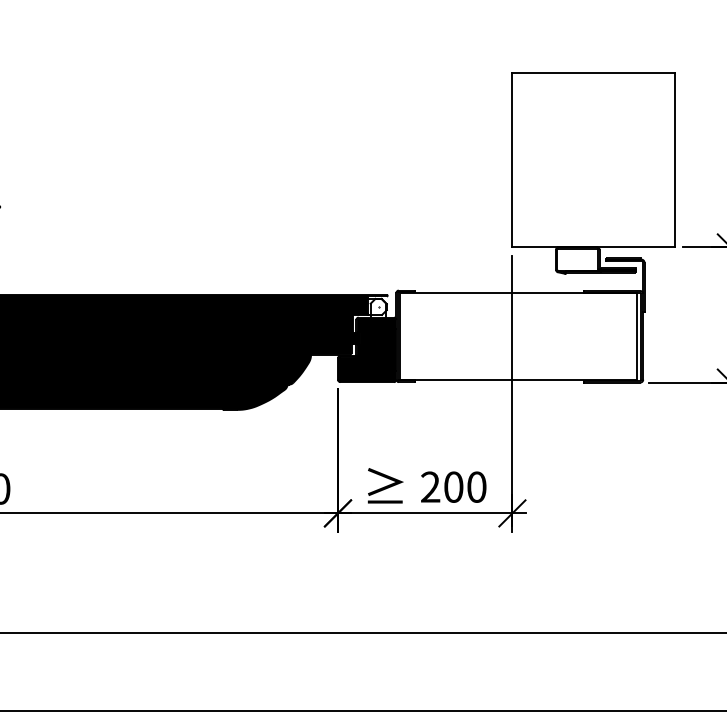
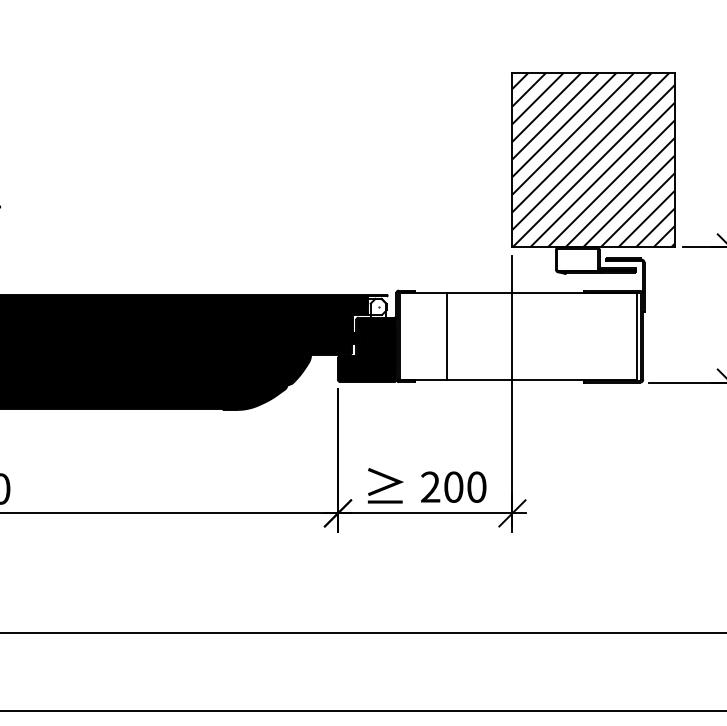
hatch at (593, 160): none -> present
line at (447, 336): none -> present
